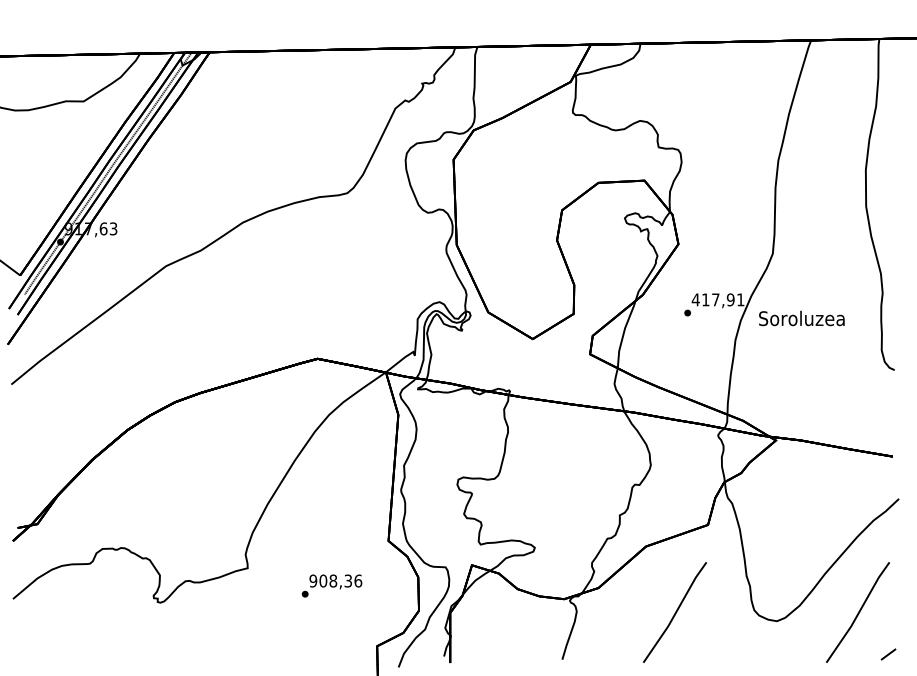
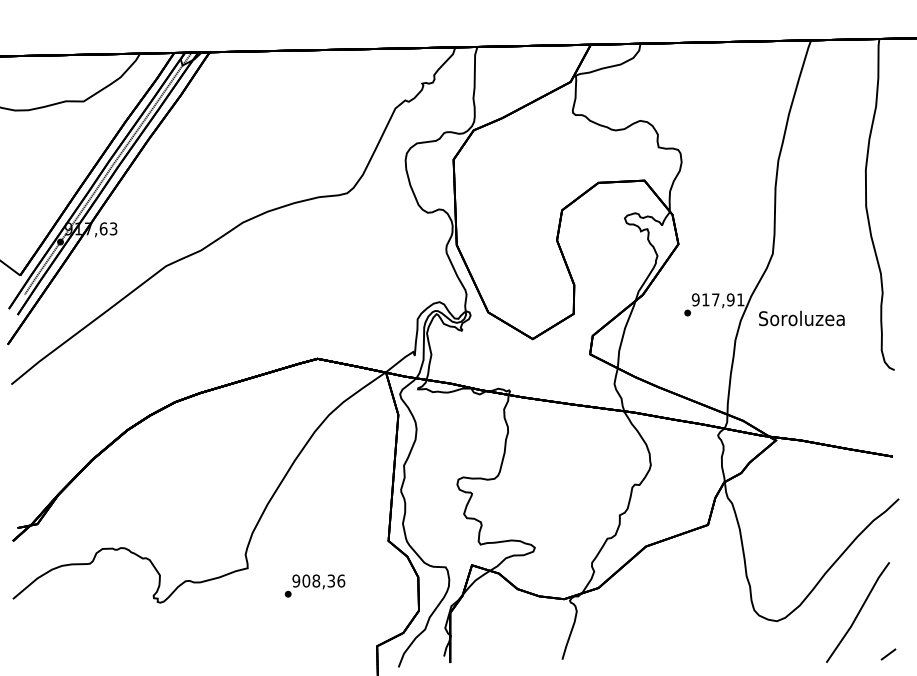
text at (695, 299): 417,91 -> 917,91
text at (331, 585) position: (331, 585) -> (314, 585)
line at (675, 612): present -> none
